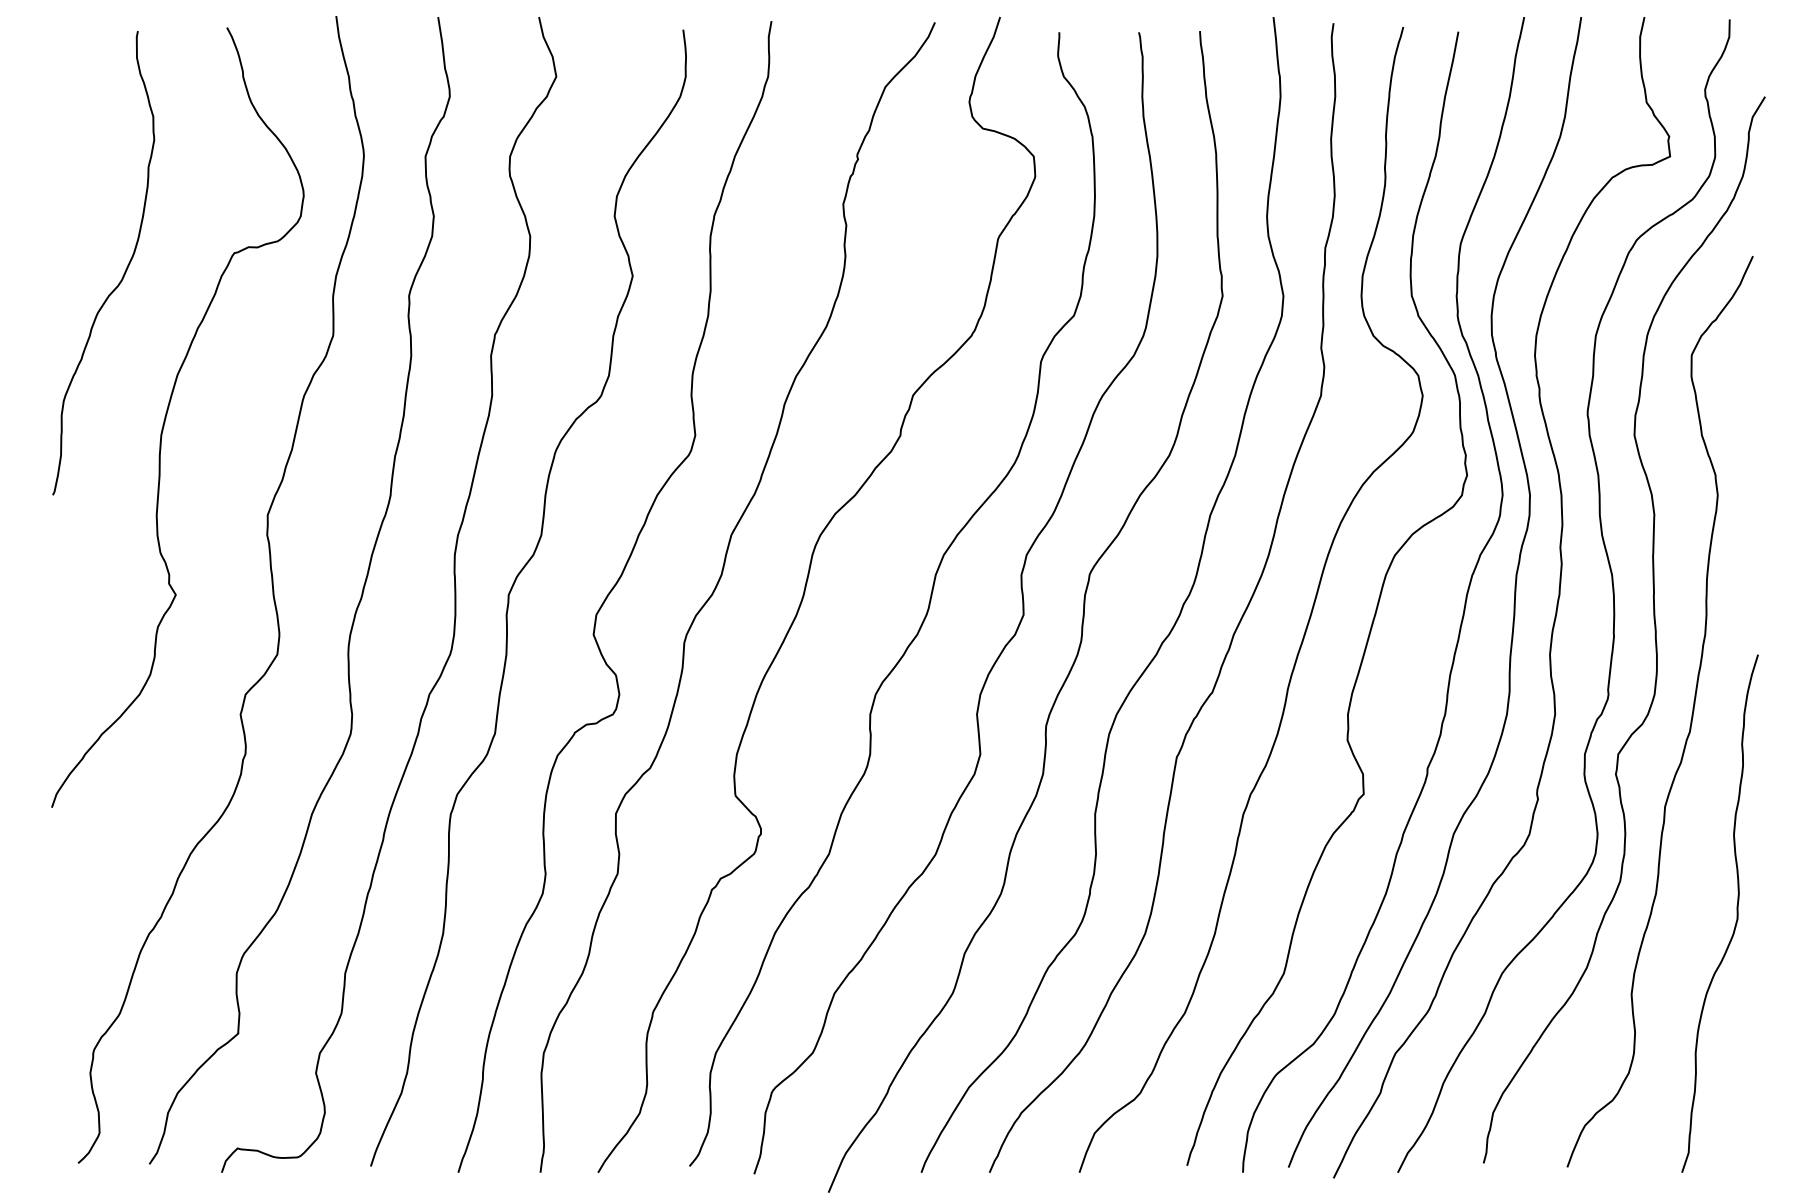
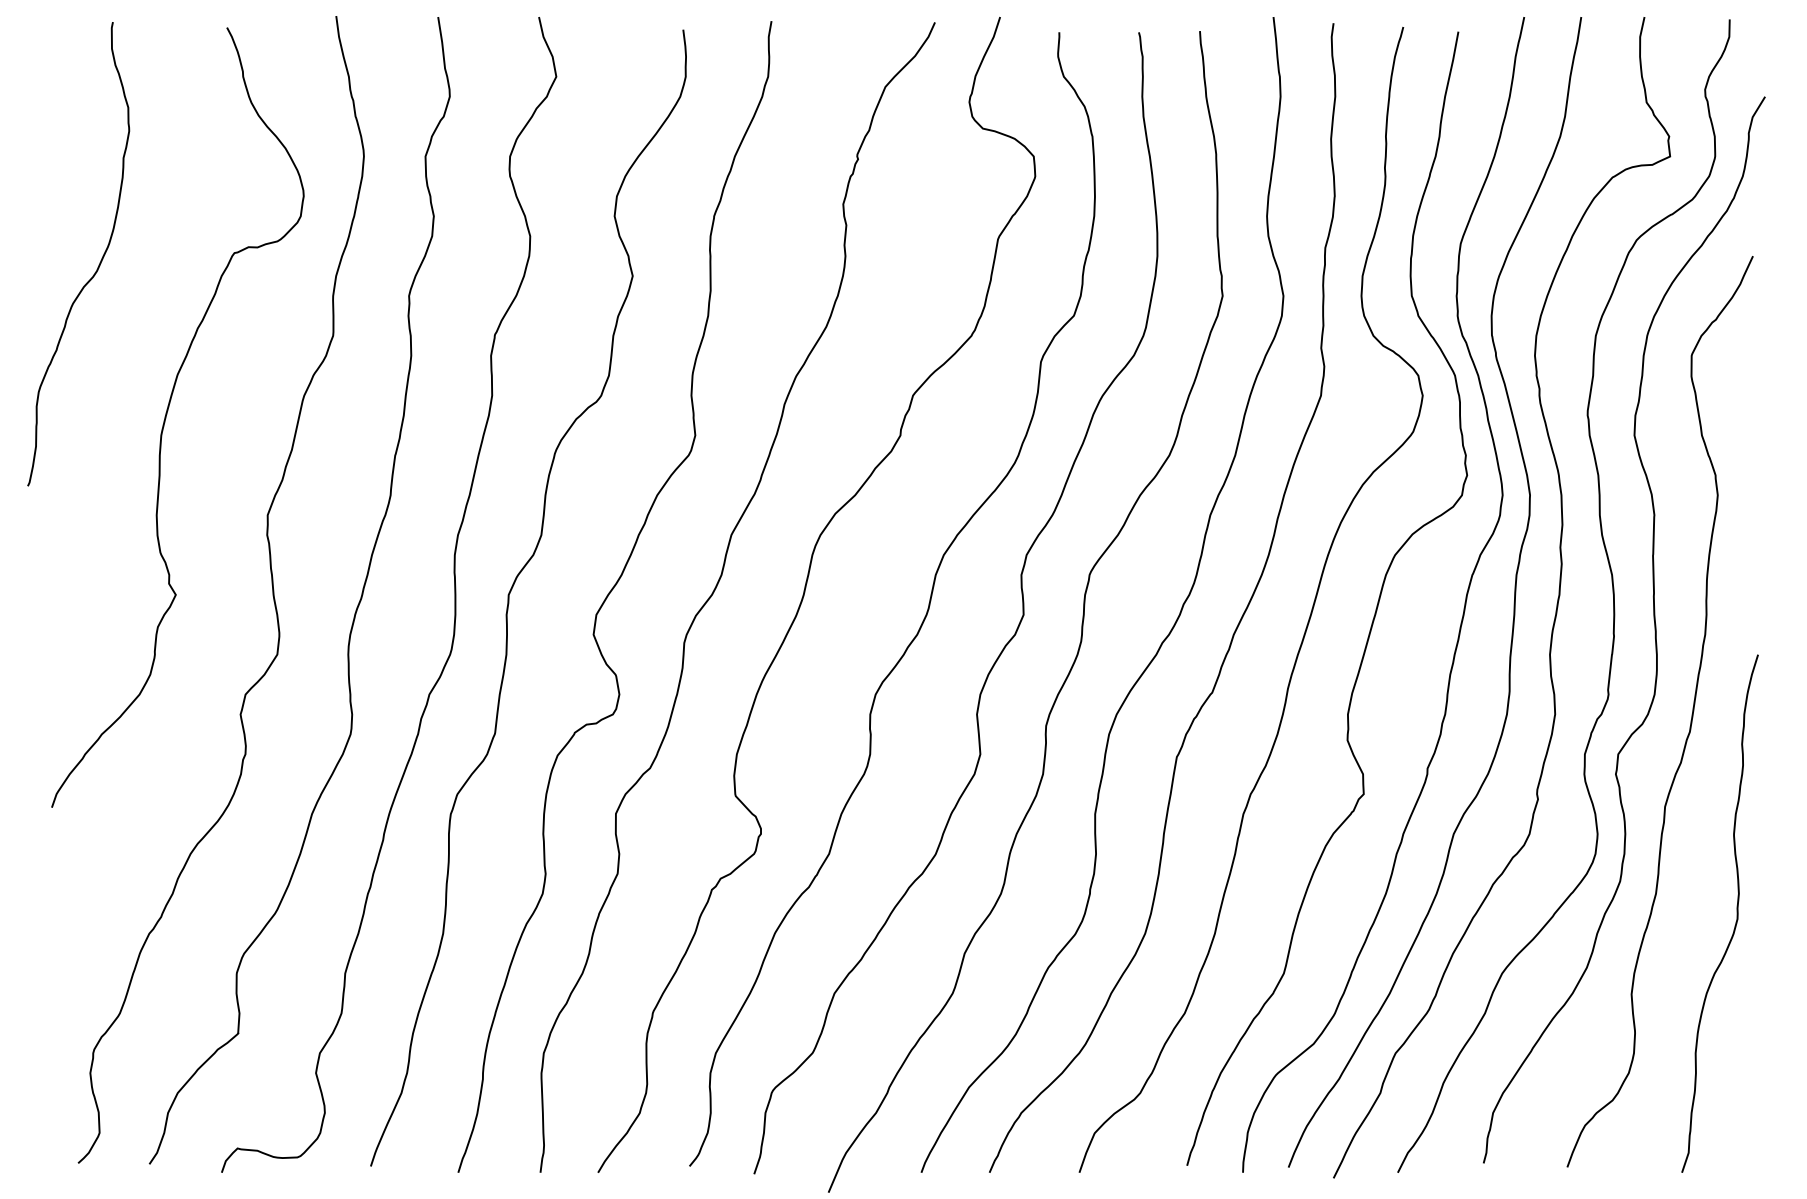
curve at (123, 273) position: (123, 273) -> (98, 264)
